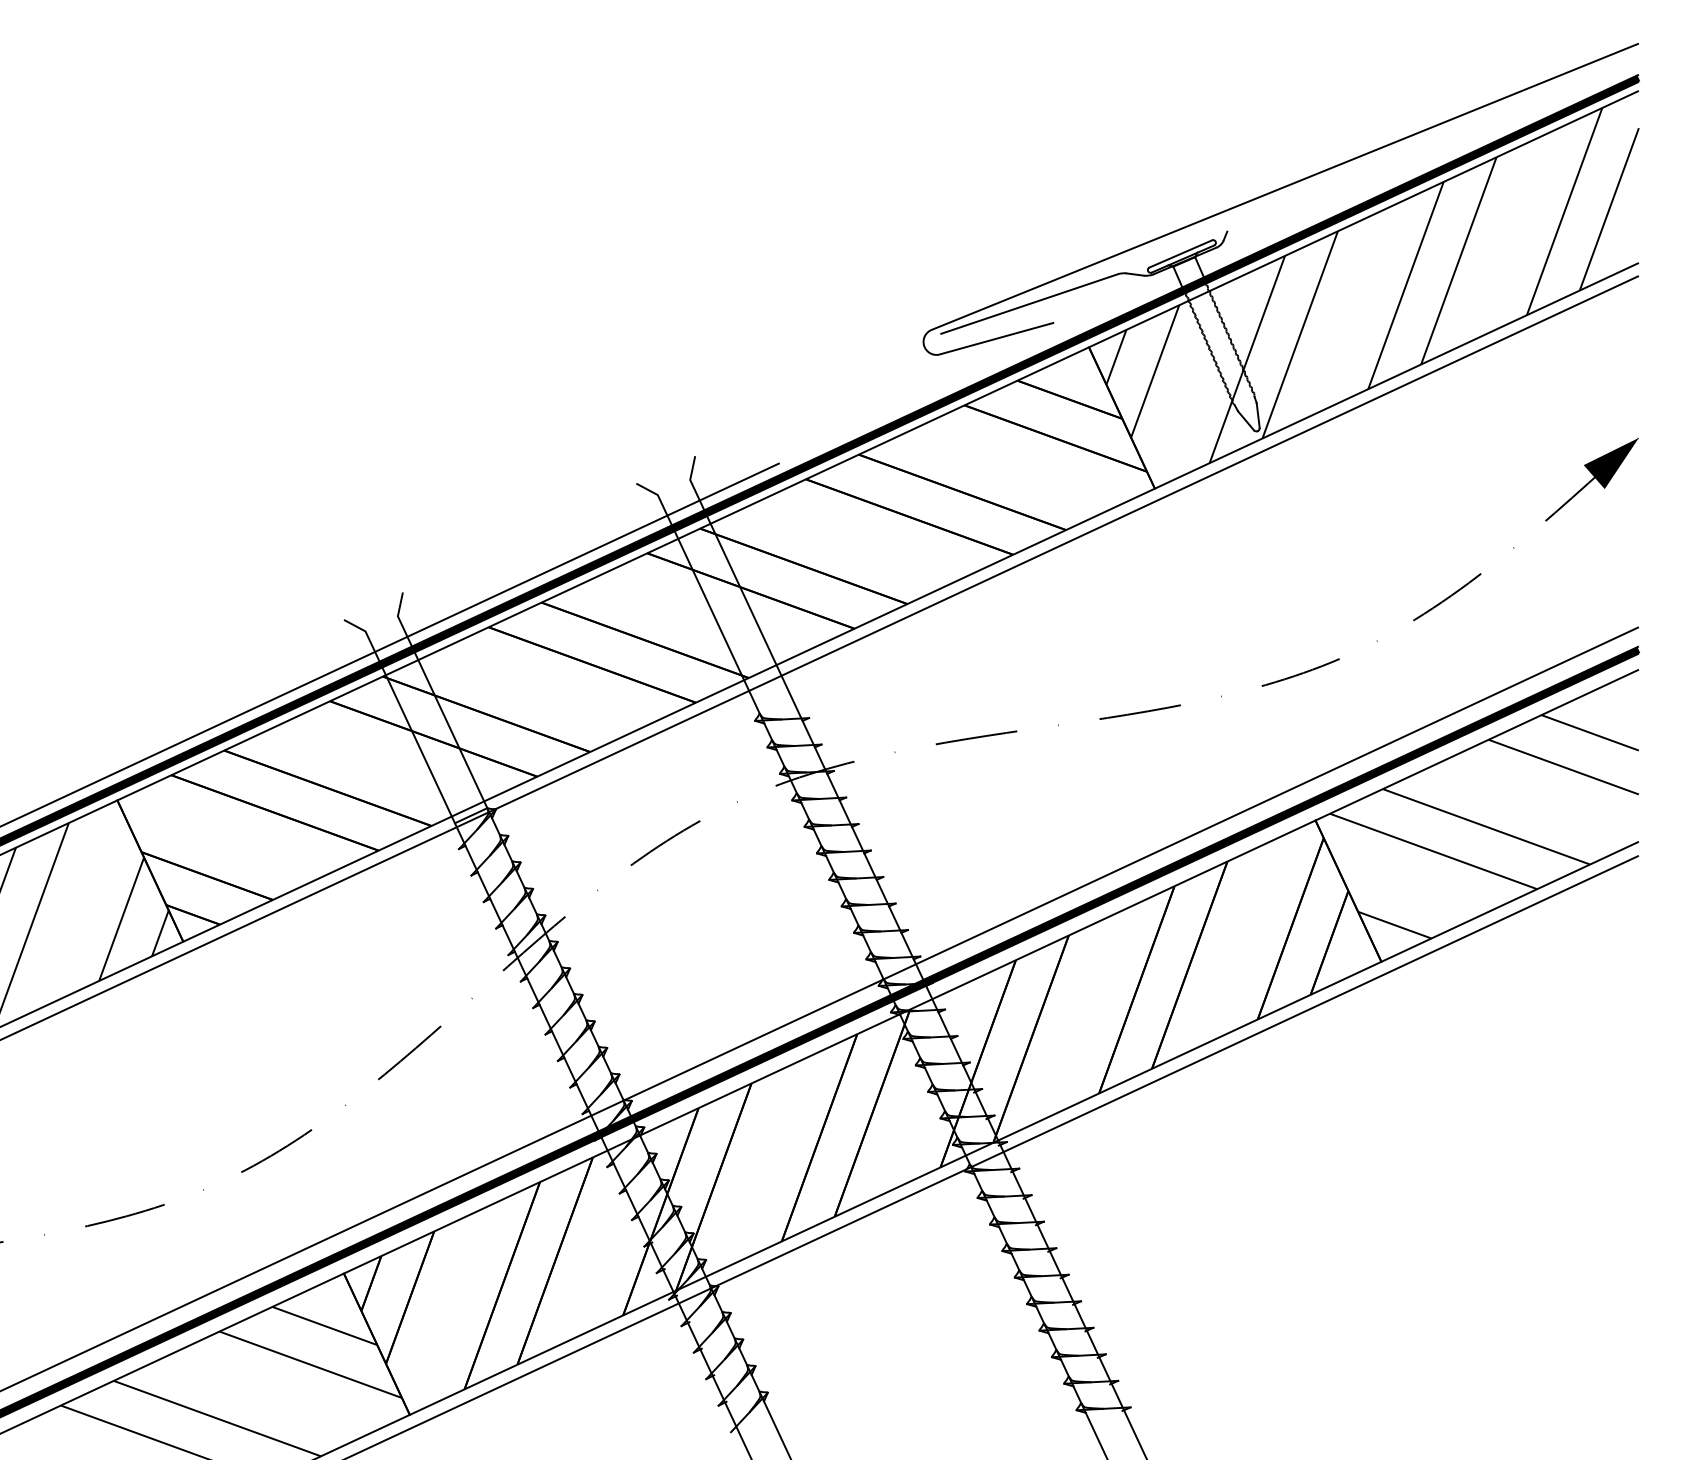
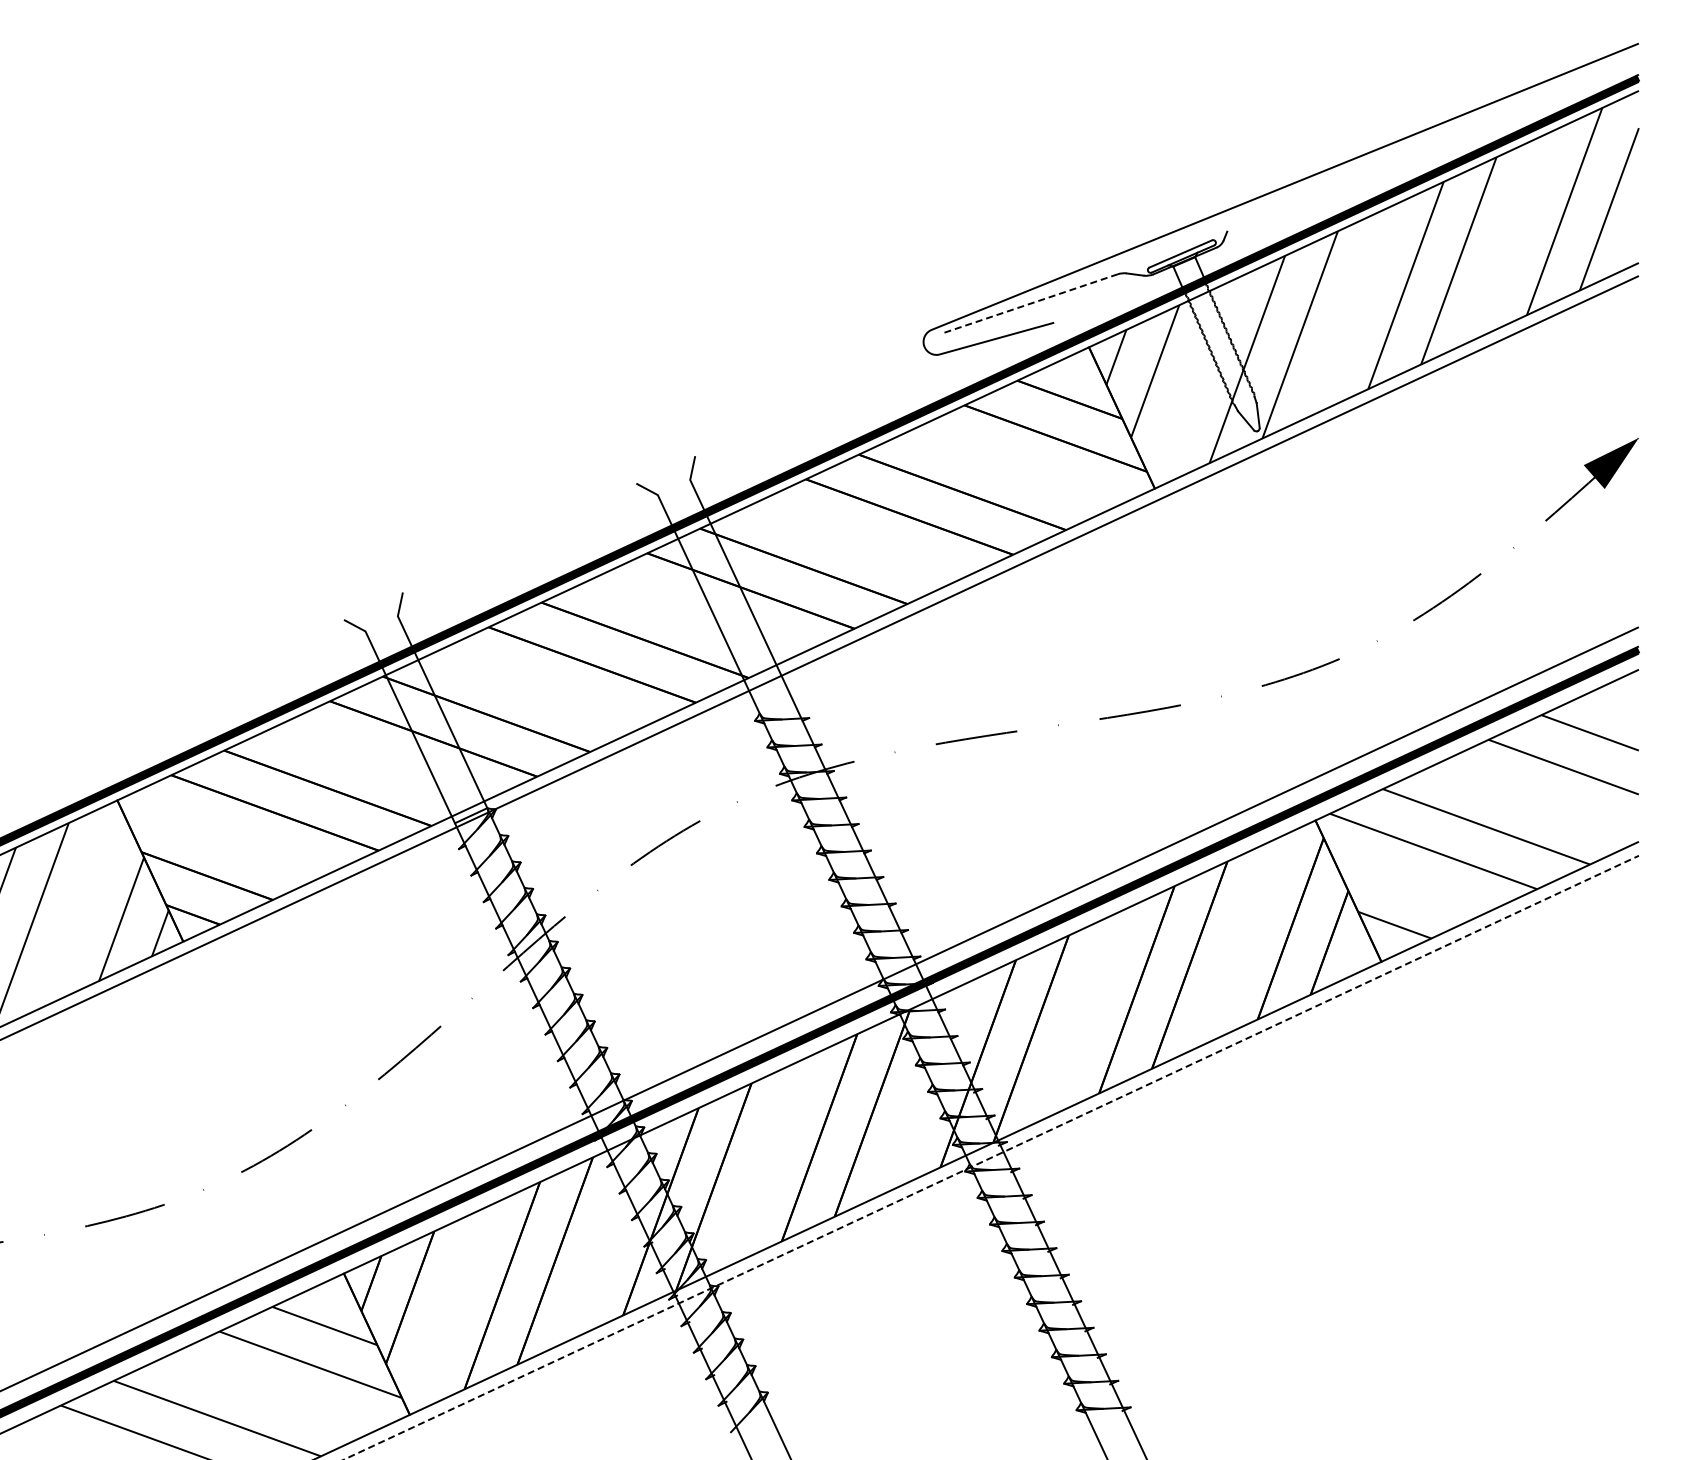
line at (1029, 304): solid -> dashed
line at (390, 644): present -> none
line at (991, 1157): solid -> dashed
